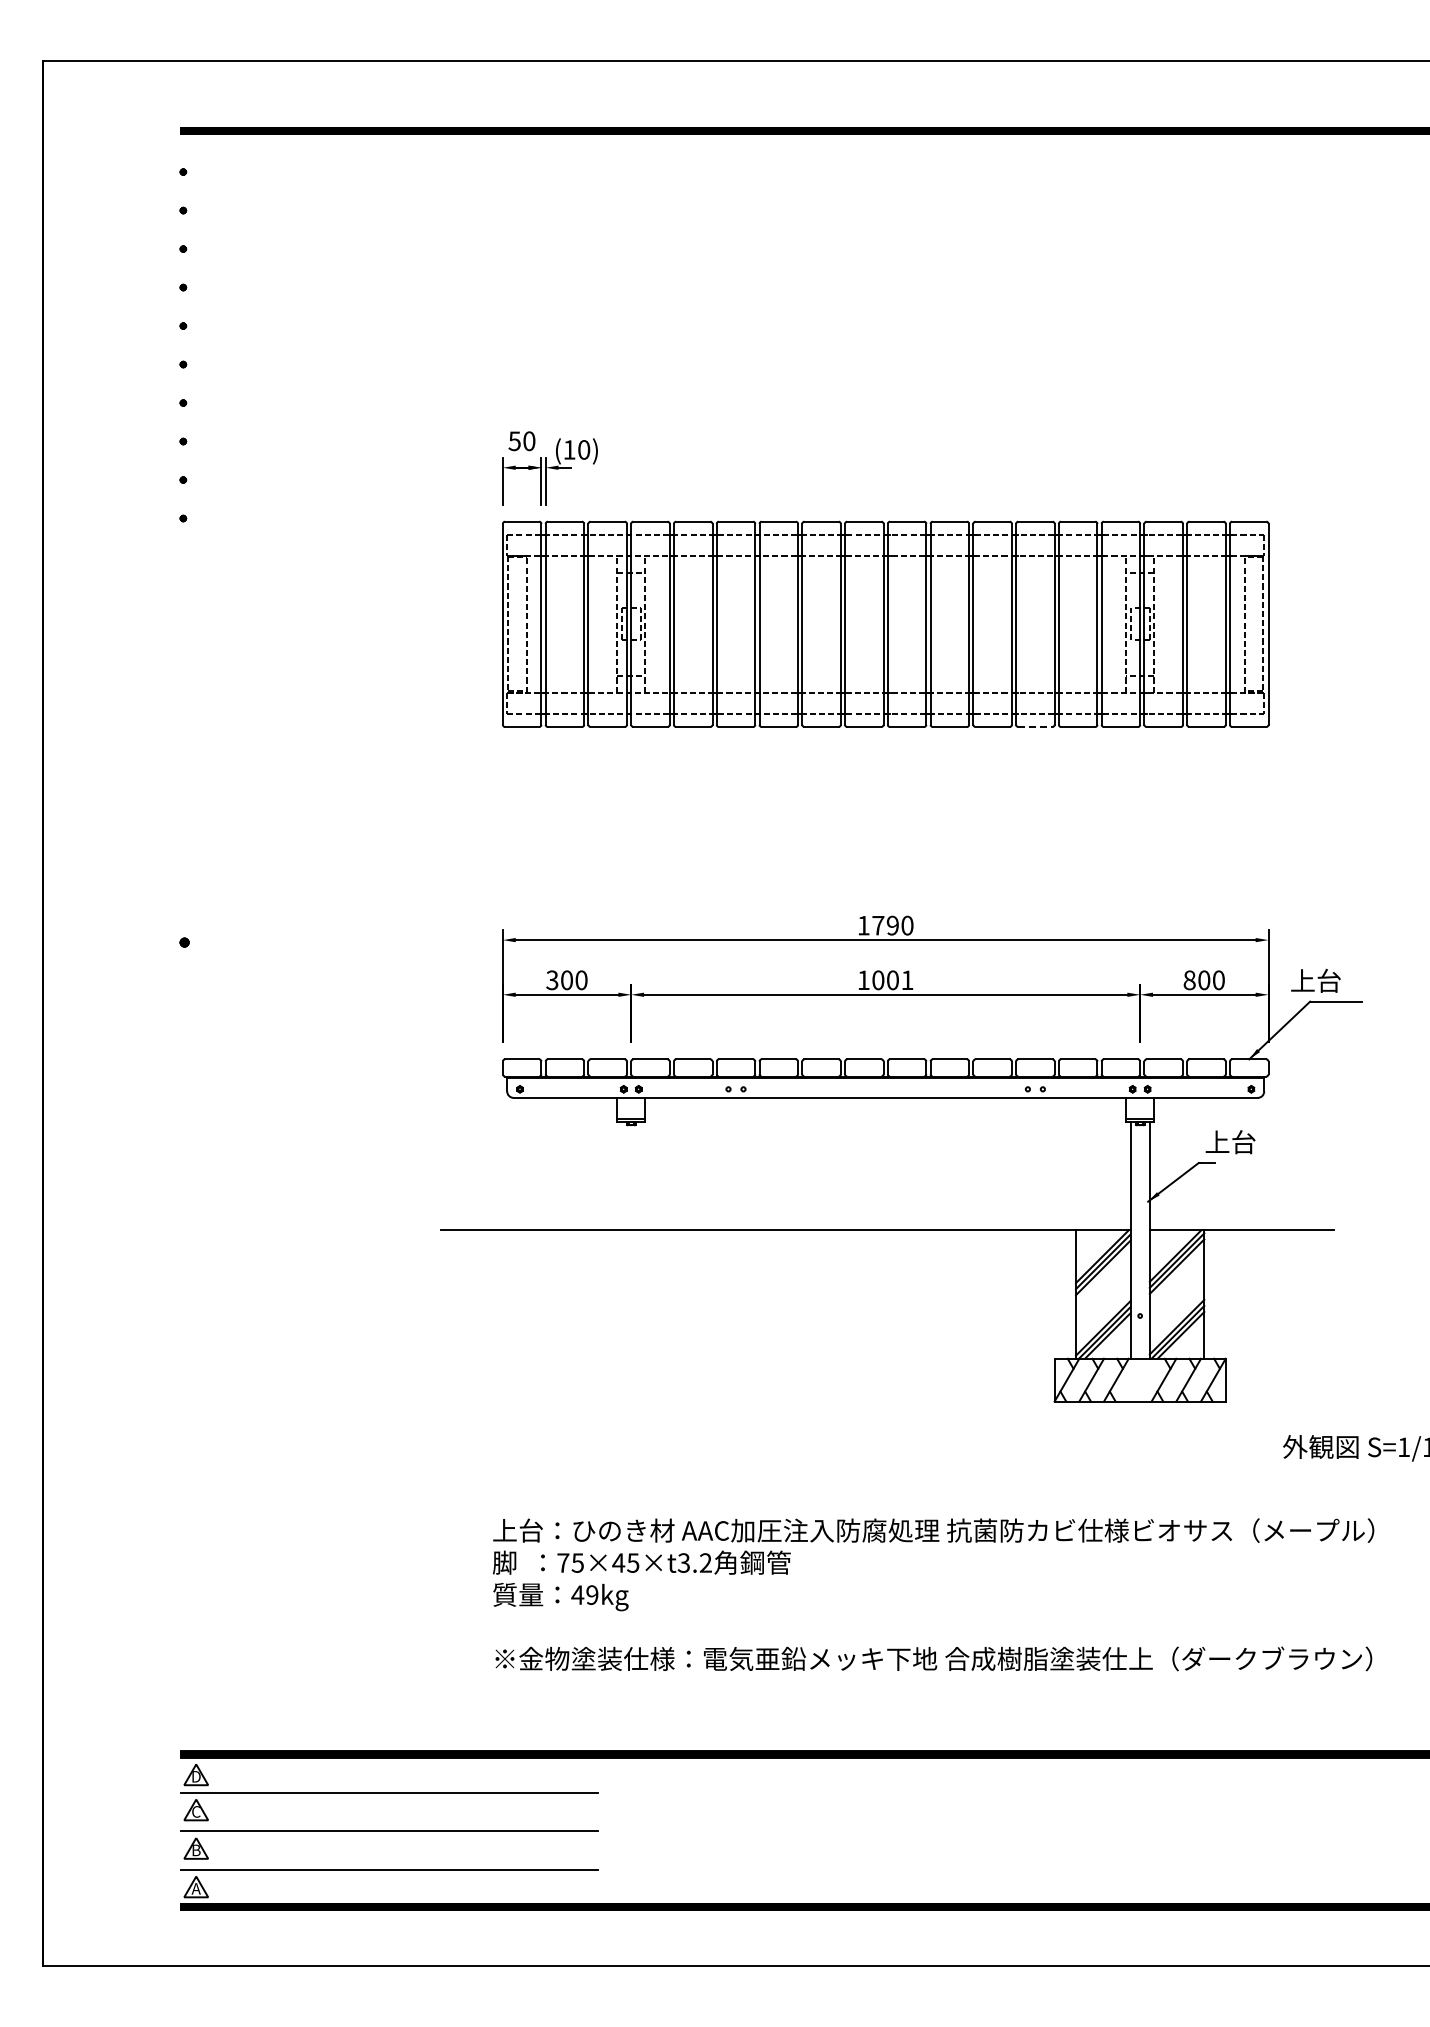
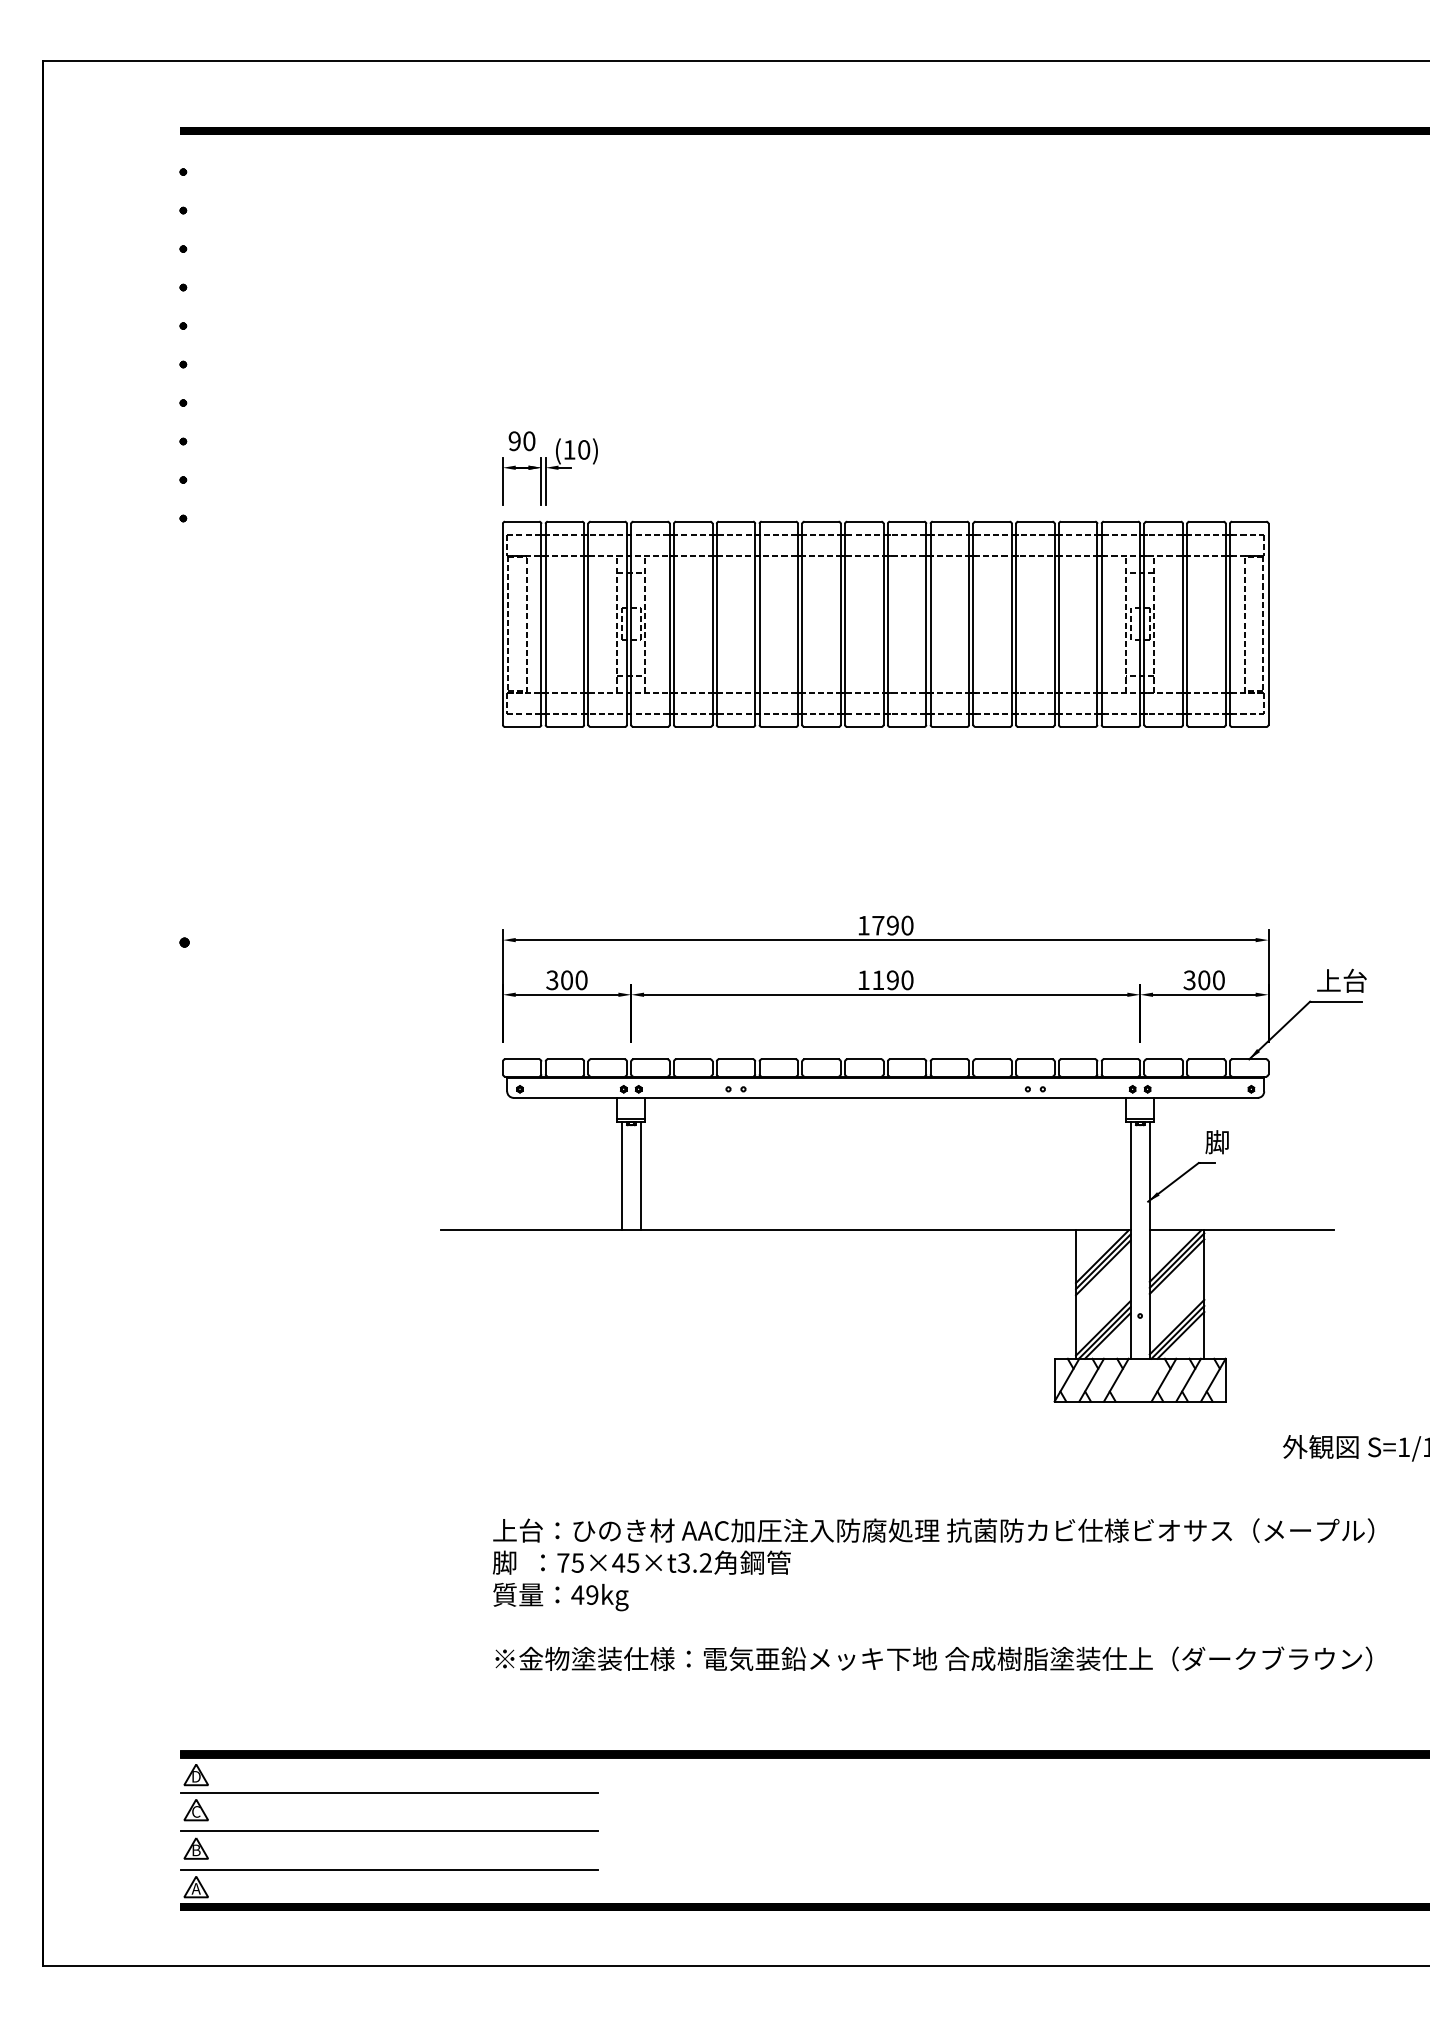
text at (514, 441): 50 -> 90
line at (1035, 726): dashed -> solid
text at (892, 980): 1001 -> 1190
text at (1189, 980): 800 -> 300
text at (1315, 980) position: (1315, 980) -> (1341, 980)
text at (1230, 1142): 上台 -> 脚
line at (621, 1175): none -> present
line at (640, 1175): none -> present
